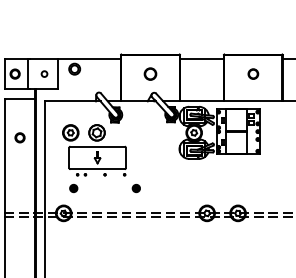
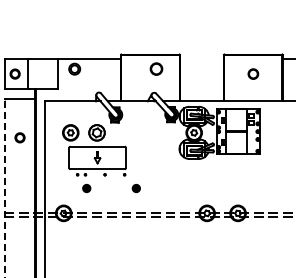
line at (201, 59): present -> none
circle at (44, 73): present -> none
part at (150, 73) position: (150, 73) -> (156, 68)
line at (5, 187): solid -> dashed
part at (73, 188) position: (73, 188) -> (86, 188)
